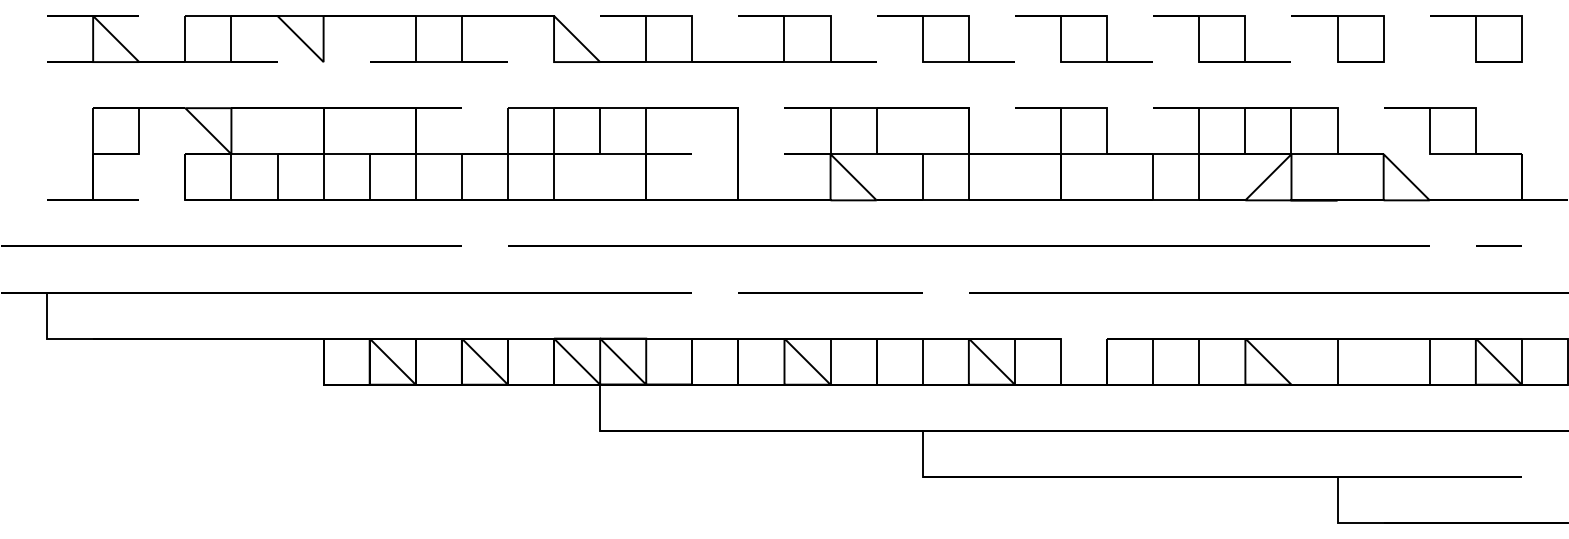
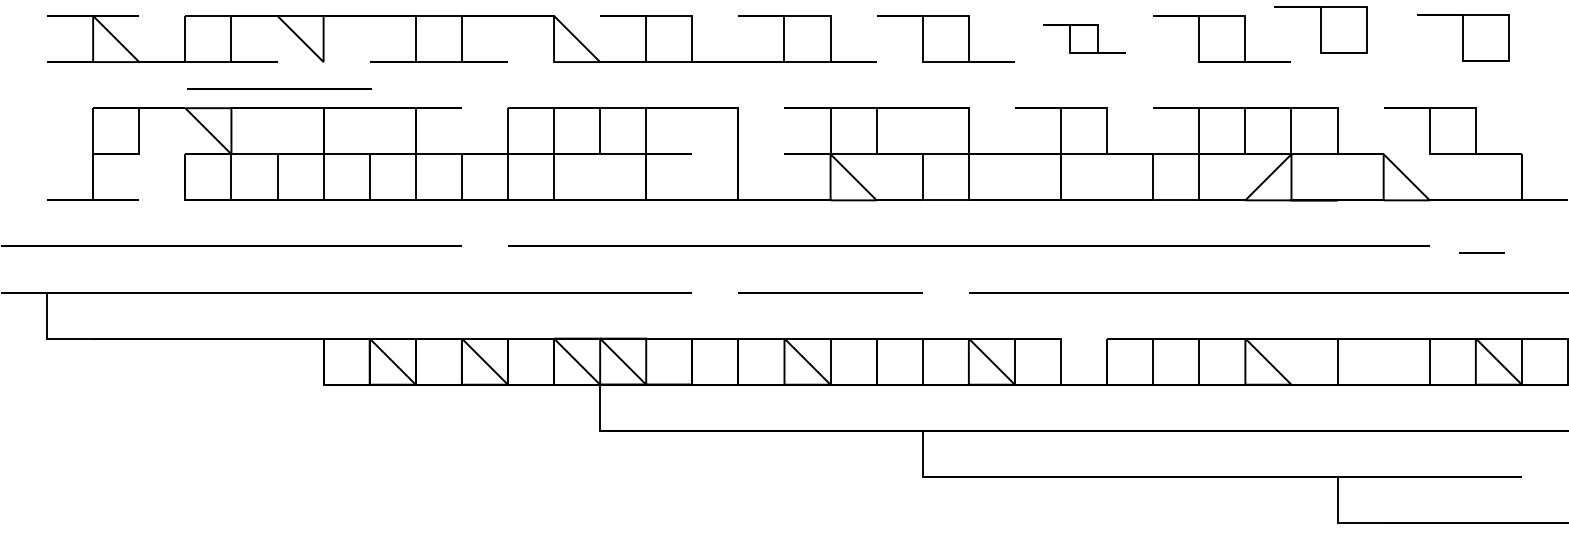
part at (1083, 38) size: 138x48 px -> 83x30 px
part at (1337, 38) position: (1337, 38) -> (1320, 29)
part at (1476, 38) position: (1476, 38) -> (1463, 37)
line at (279, 88): none -> present
line at (1498, 245) position: (1498, 245) -> (1481, 252)
